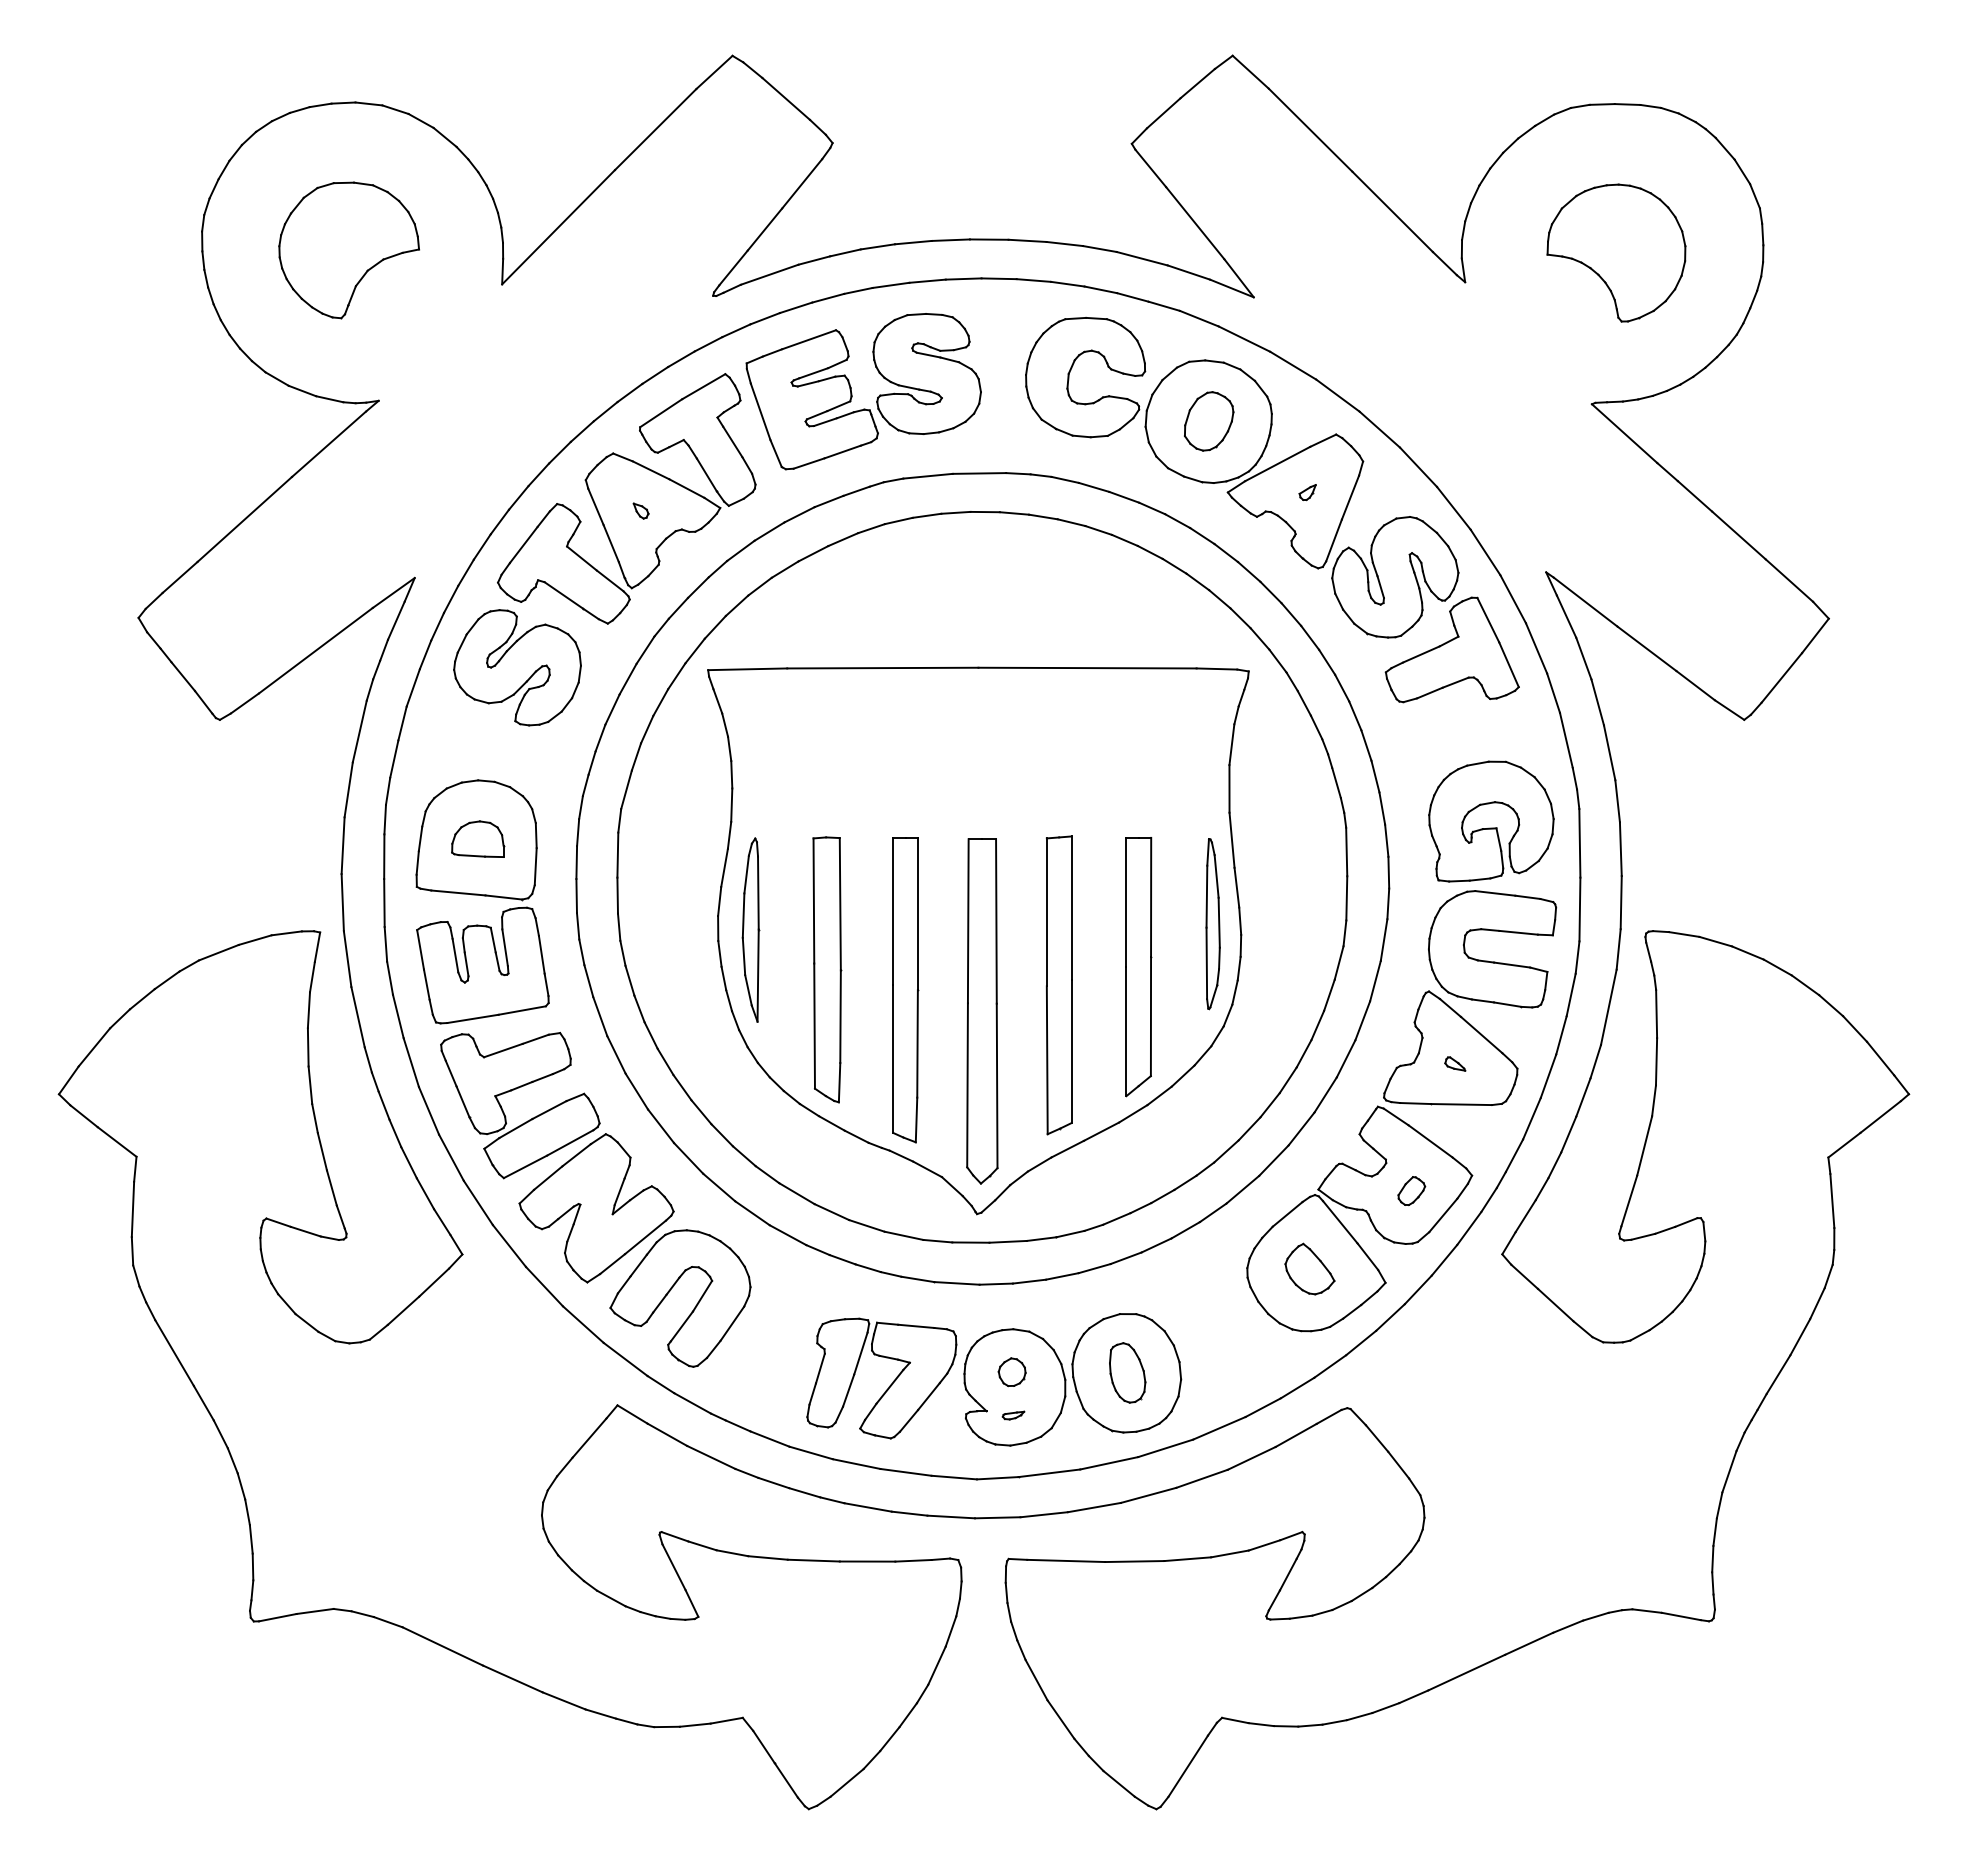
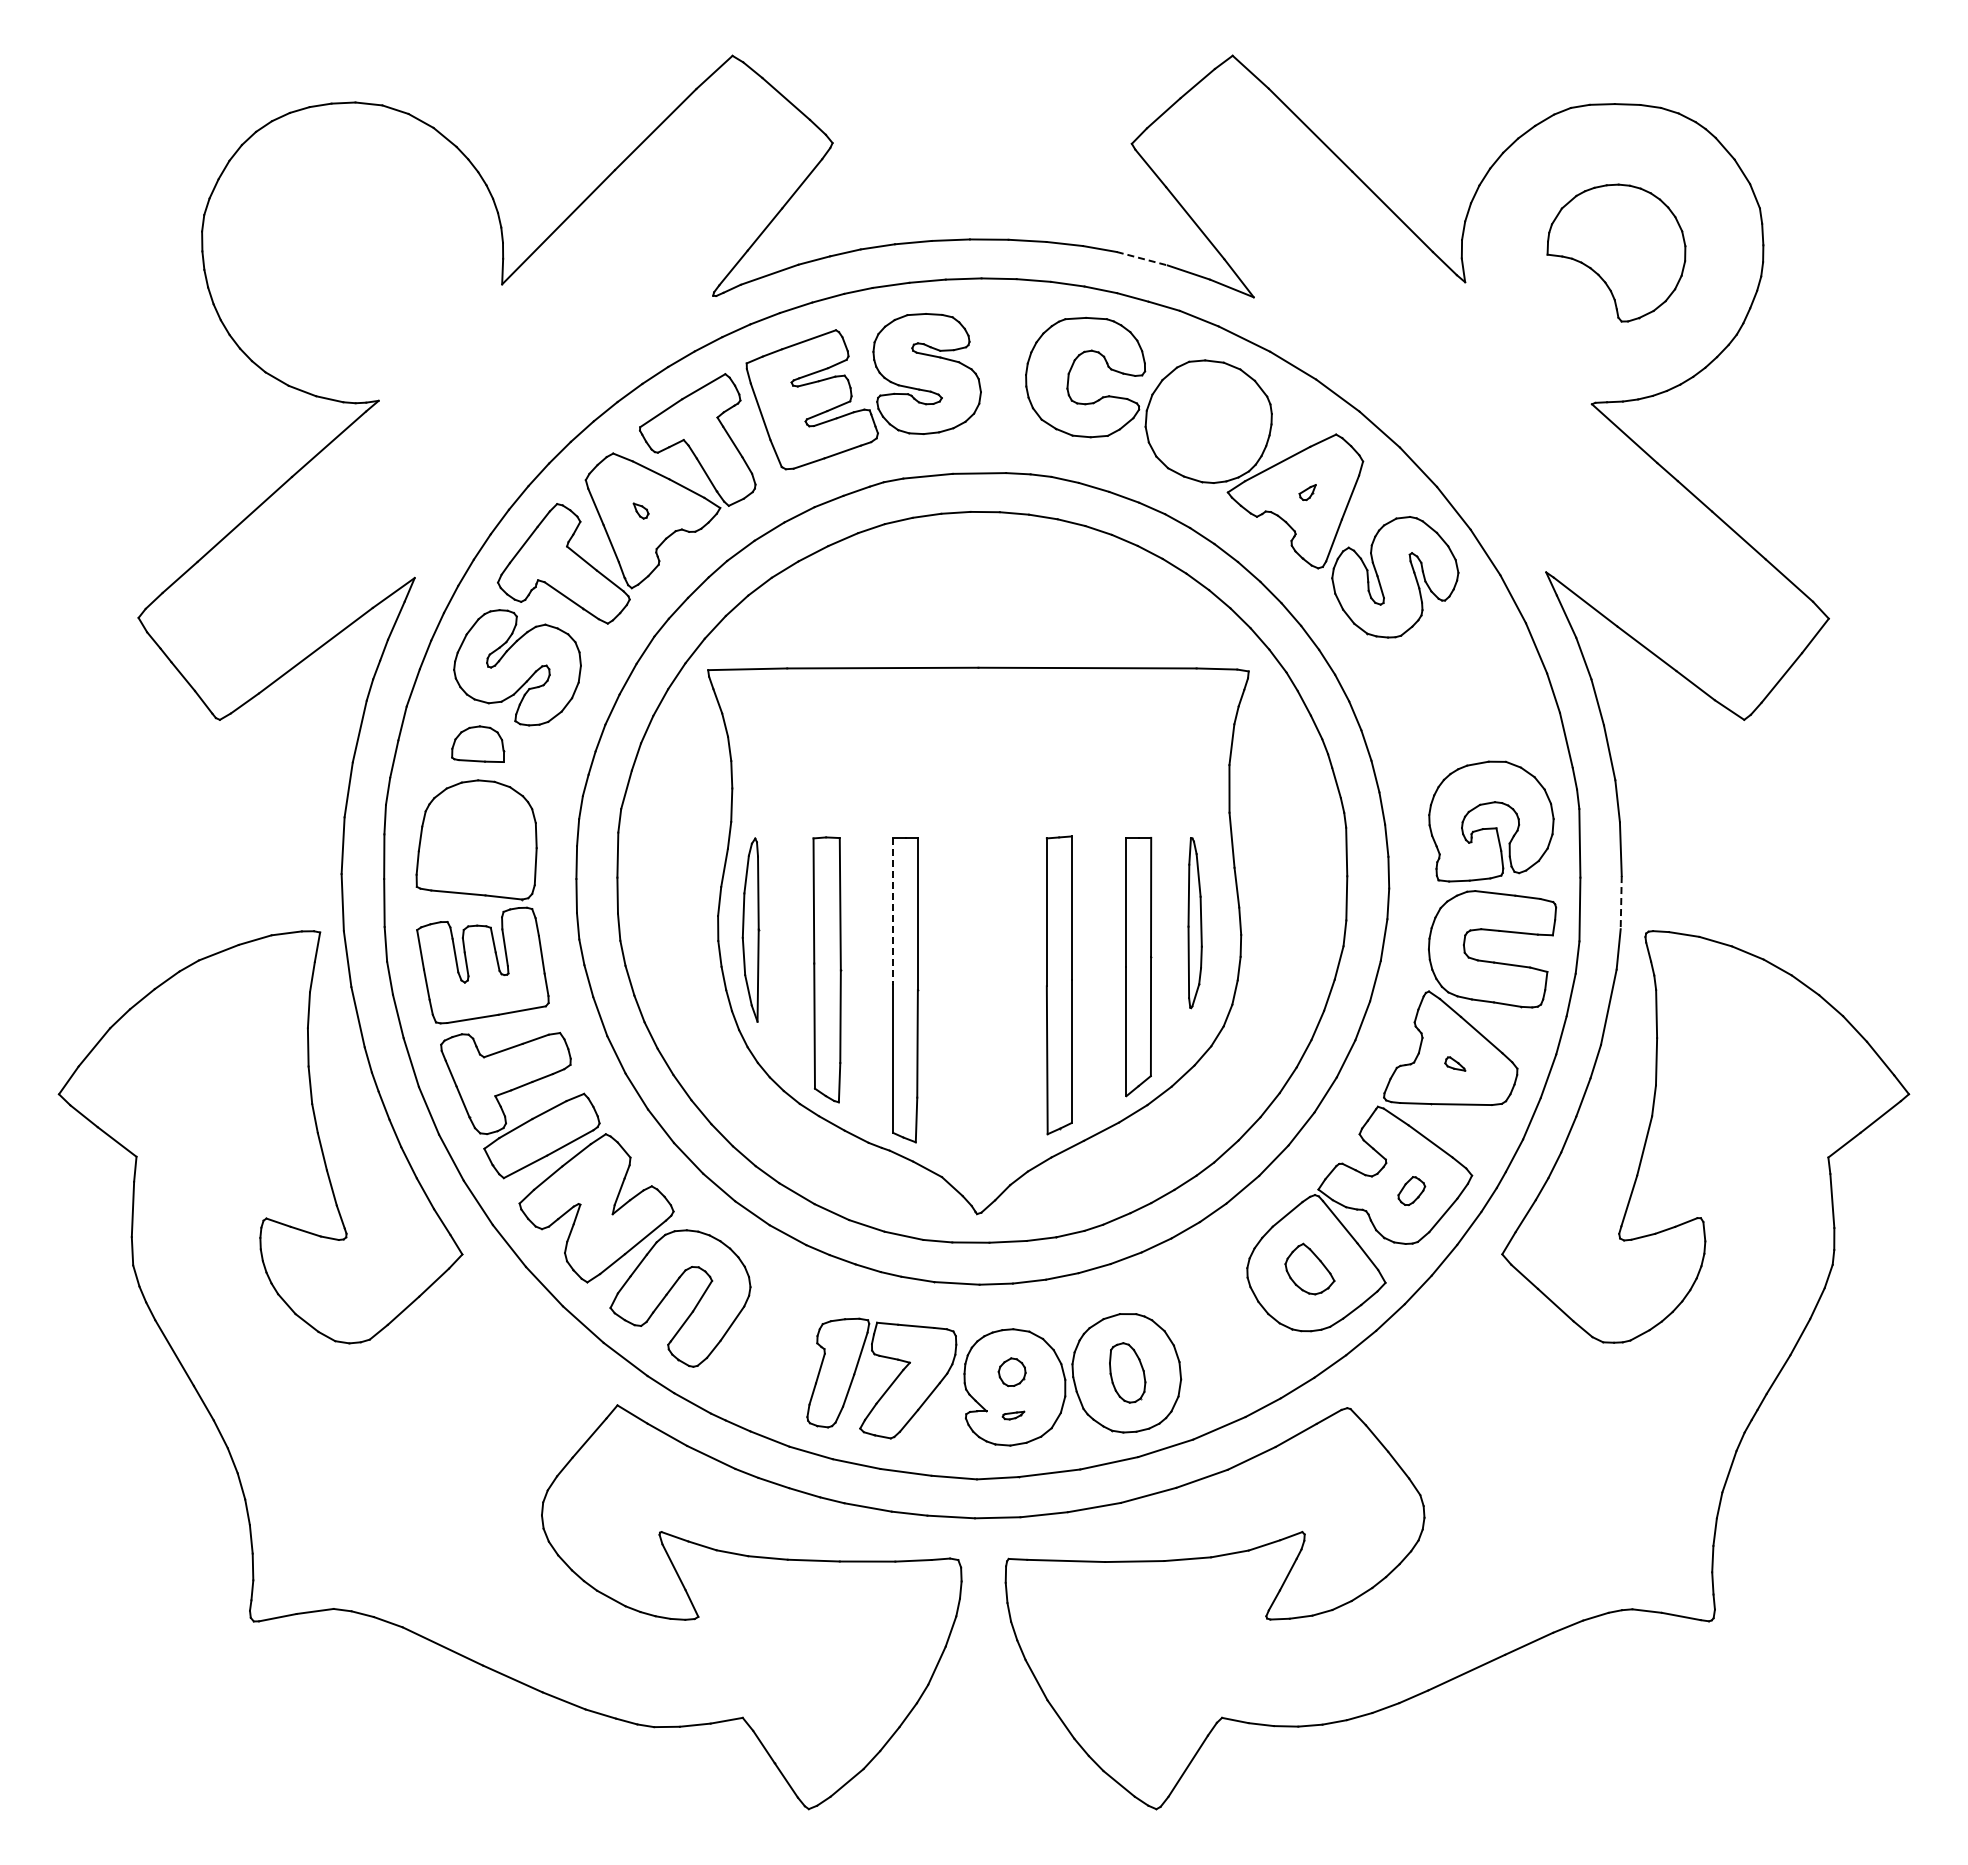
part at (348, 250): present -> none
line at (1142, 258): solid -> dashed
part at (1209, 421): present -> none
part at (1451, 649): present -> none
part at (478, 838) position: (478, 838) -> (478, 743)
line at (1621, 902): solid -> dashed
line at (893, 911): solid -> dashed
part at (1212, 924) position: (1212, 924) -> (1194, 923)
part at (982, 1011): present -> none
